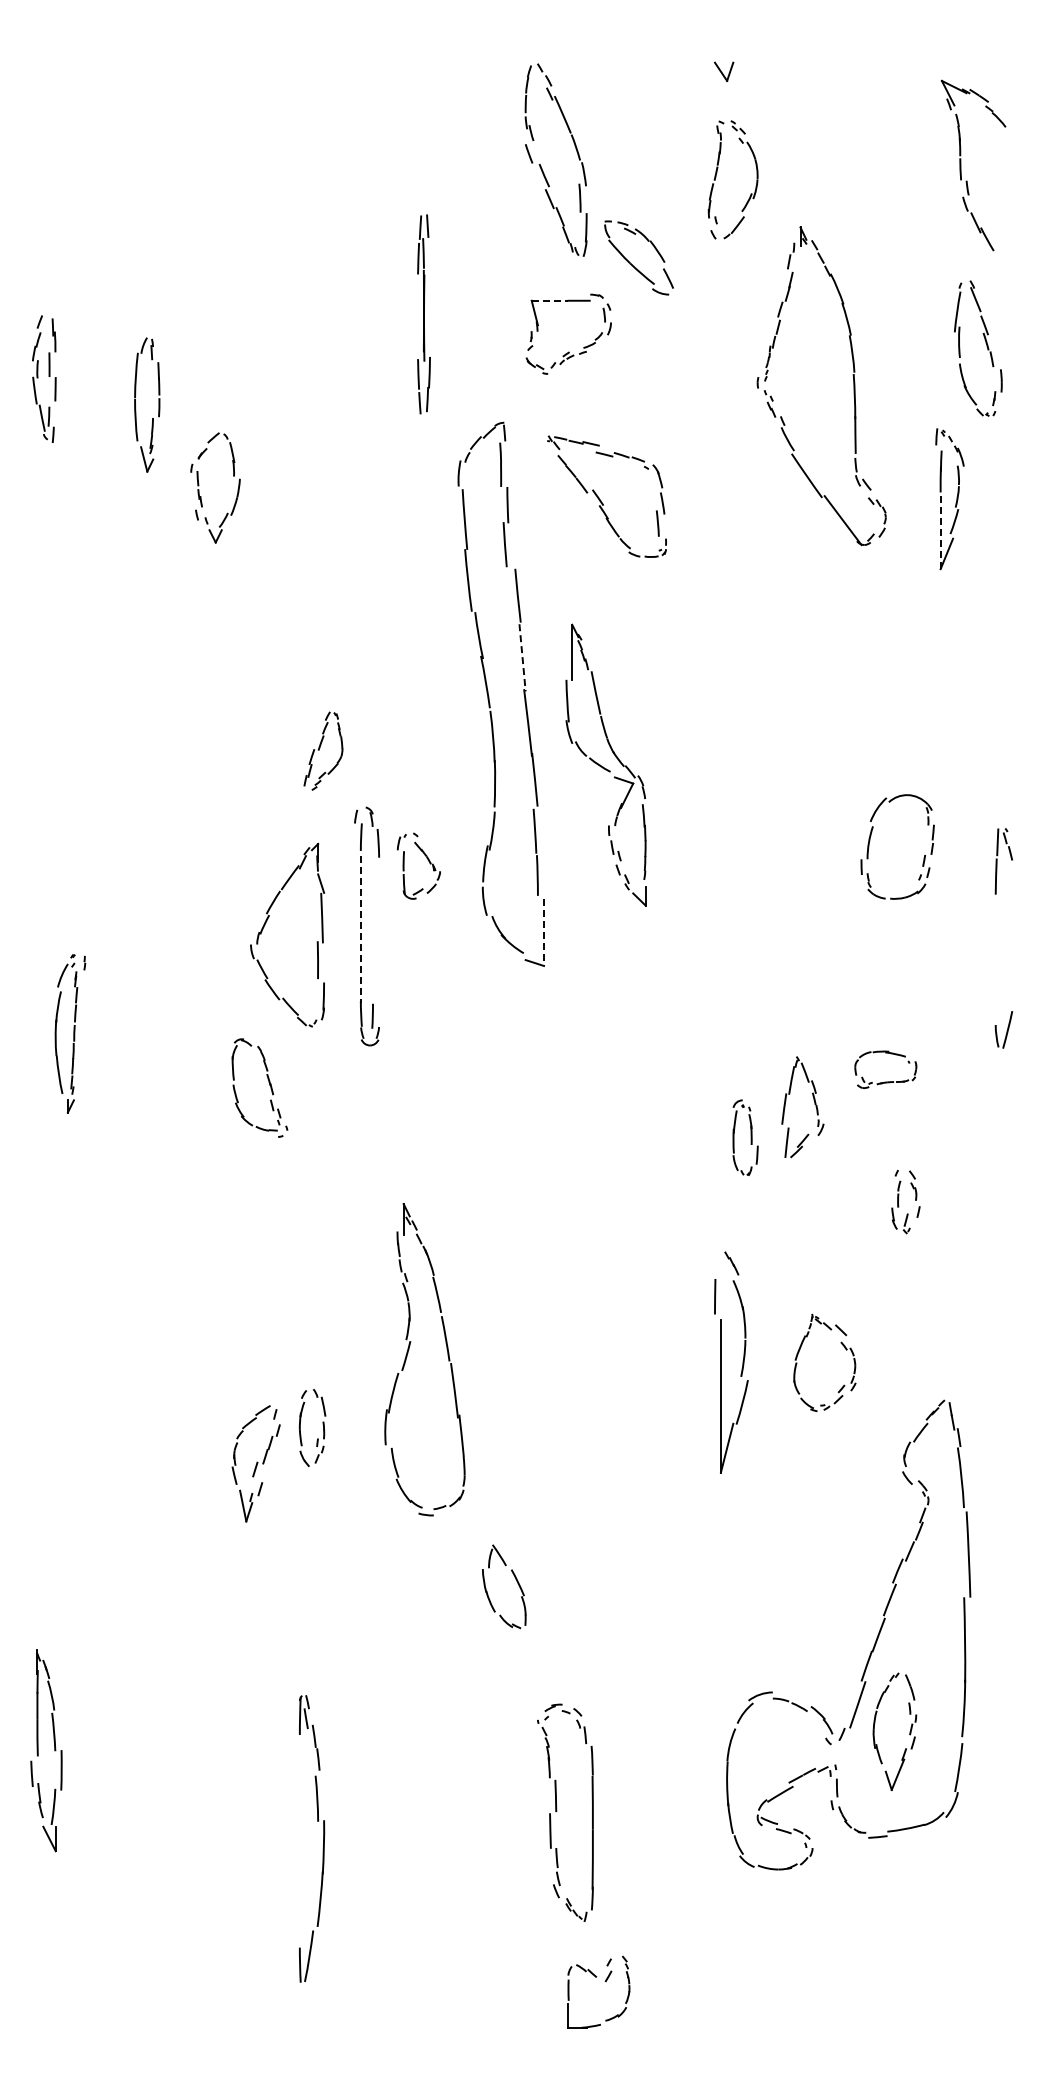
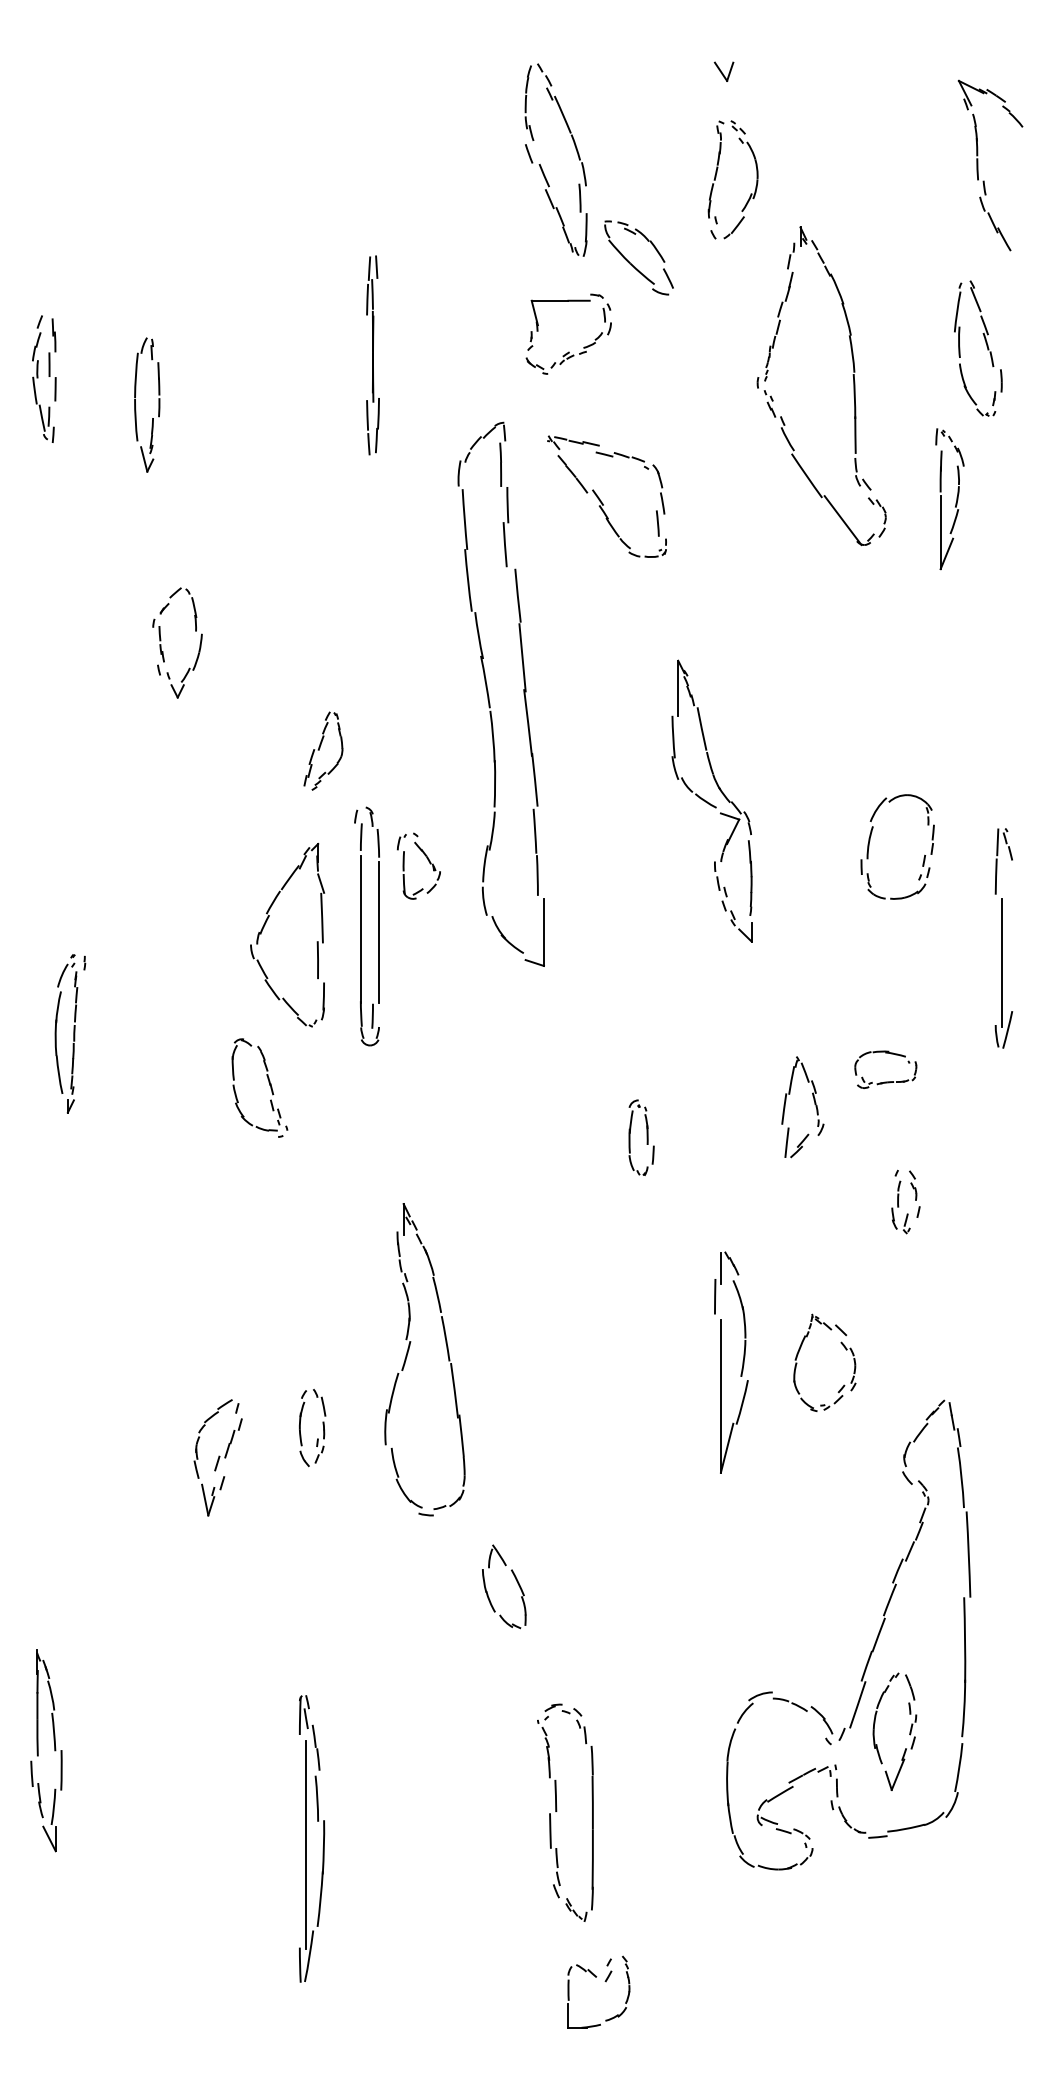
part at (961, 165) position: (961, 165) -> (978, 165)
line at (550, 300): dashed -> solid
part at (423, 314) position: (423, 314) -> (372, 355)
part at (199, 485) position: (199, 485) -> (161, 640)
line at (940, 532): dashed -> solid
line at (522, 657): dashed -> solid
part at (605, 764) position: (605, 764) -> (711, 800)
line at (360, 929): dashed -> solid
line at (379, 932): none -> present
line at (543, 932): dashed -> solid
line at (1001, 962): none -> present
part at (745, 1137) position: (745, 1137) -> (641, 1137)
line at (720, 1267): none -> present
part at (255, 1463) position: (255, 1463) -> (217, 1457)
line at (305, 1844): none -> present
